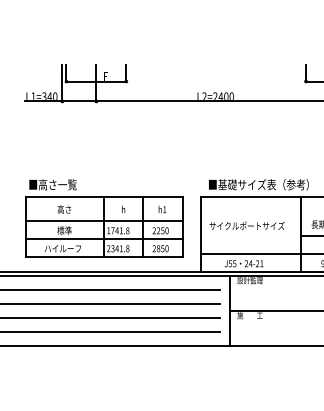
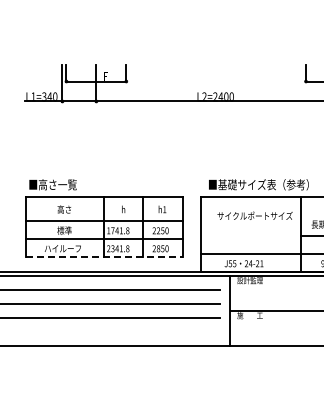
text at (246, 225) position: (246, 225) -> (254, 215)
line at (104, 256): solid -> dashed
line at (110, 331): present -> none
